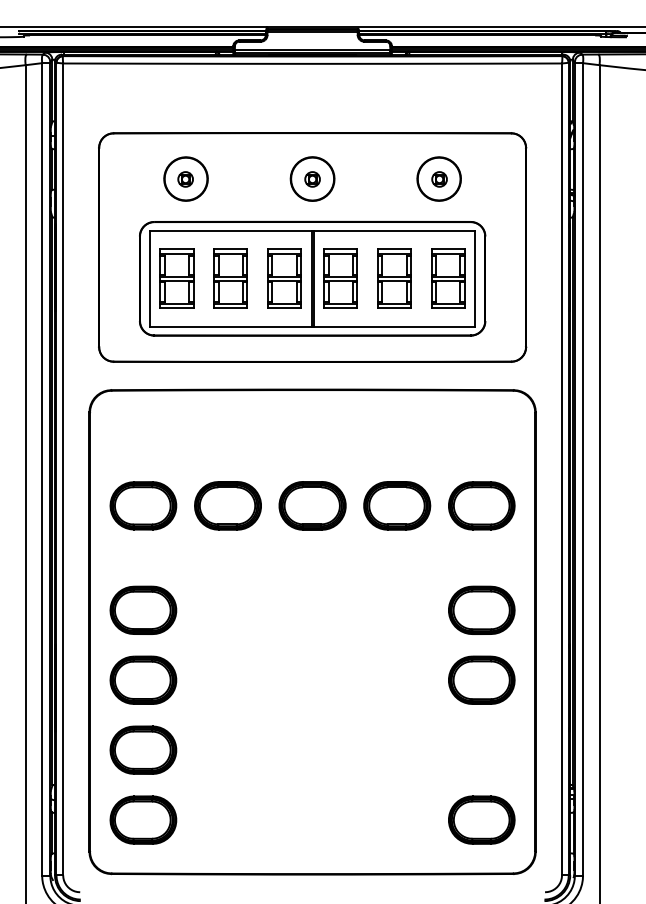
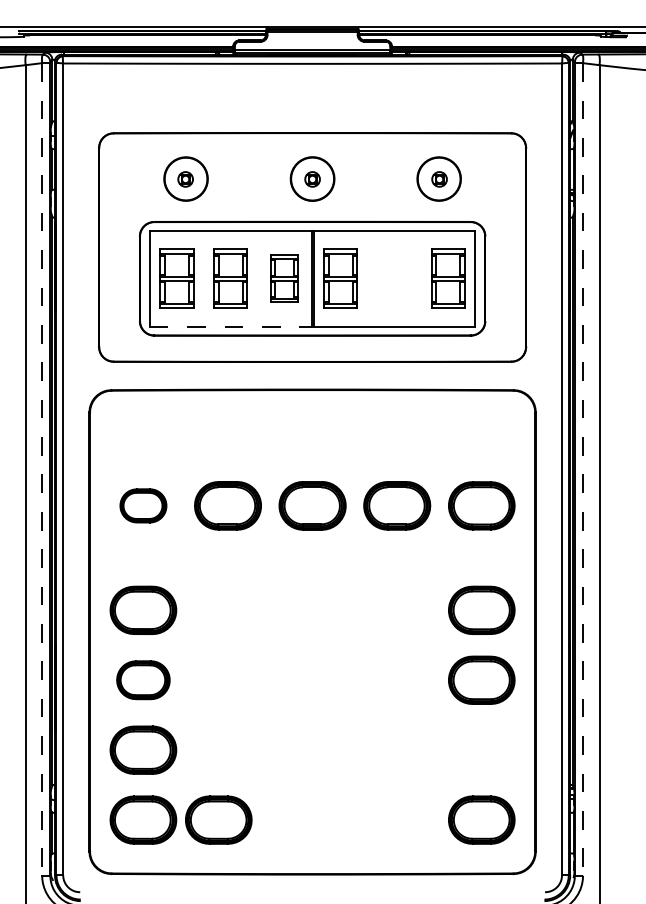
part at (284, 278) size: 35x61 px -> 29x49 px
part at (394, 278): present -> none
line at (230, 326): solid -> dashed
line at (42, 469): solid -> dashed
line at (583, 469): solid -> dashed
part at (143, 505) size: 69x50 px -> 49x36 px
part at (143, 679) size: 69x50 px -> 55x41 px
part at (218, 819): none -> present
